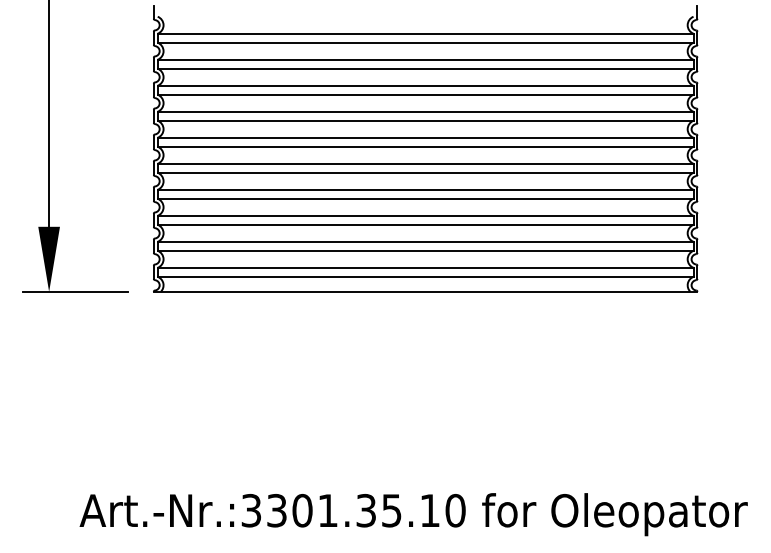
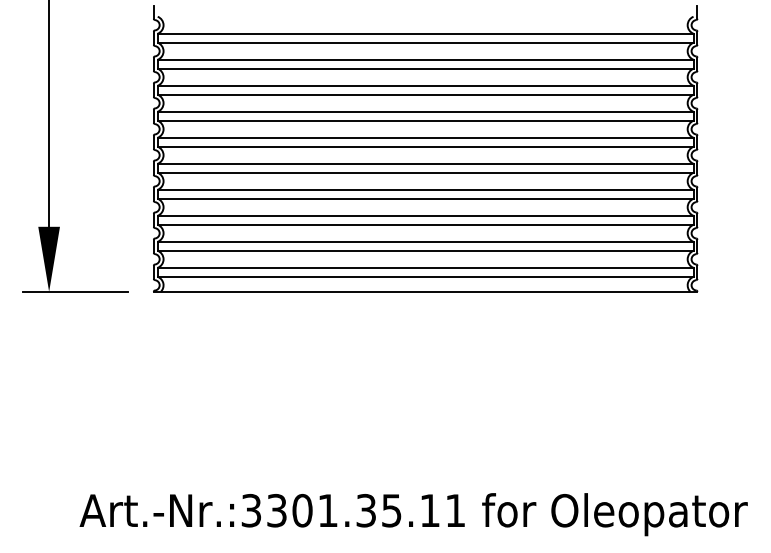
text at (455, 510): Art.-Nr.:3301.35.10 -> Art.-Nr.:3301.35.11
